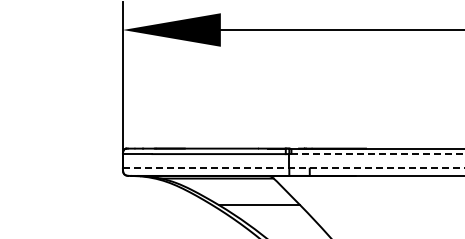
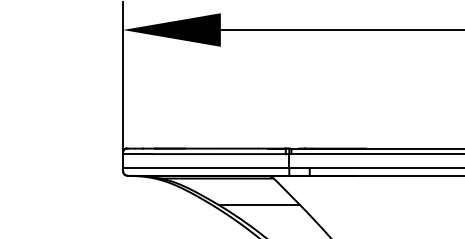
line at (378, 154): dashed -> solid
line at (293, 167): dashed -> solid
